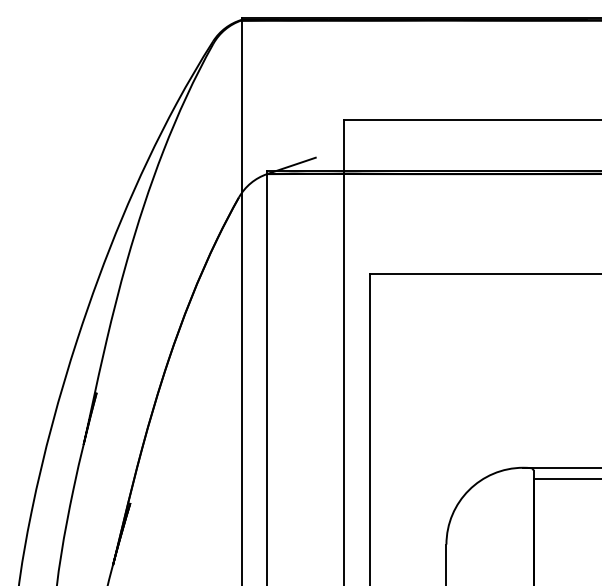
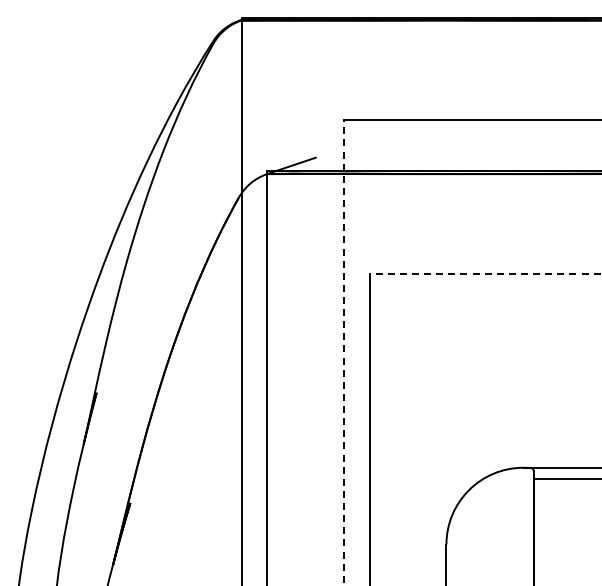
line at (485, 273): solid -> dashed
line at (344, 353): solid -> dashed
